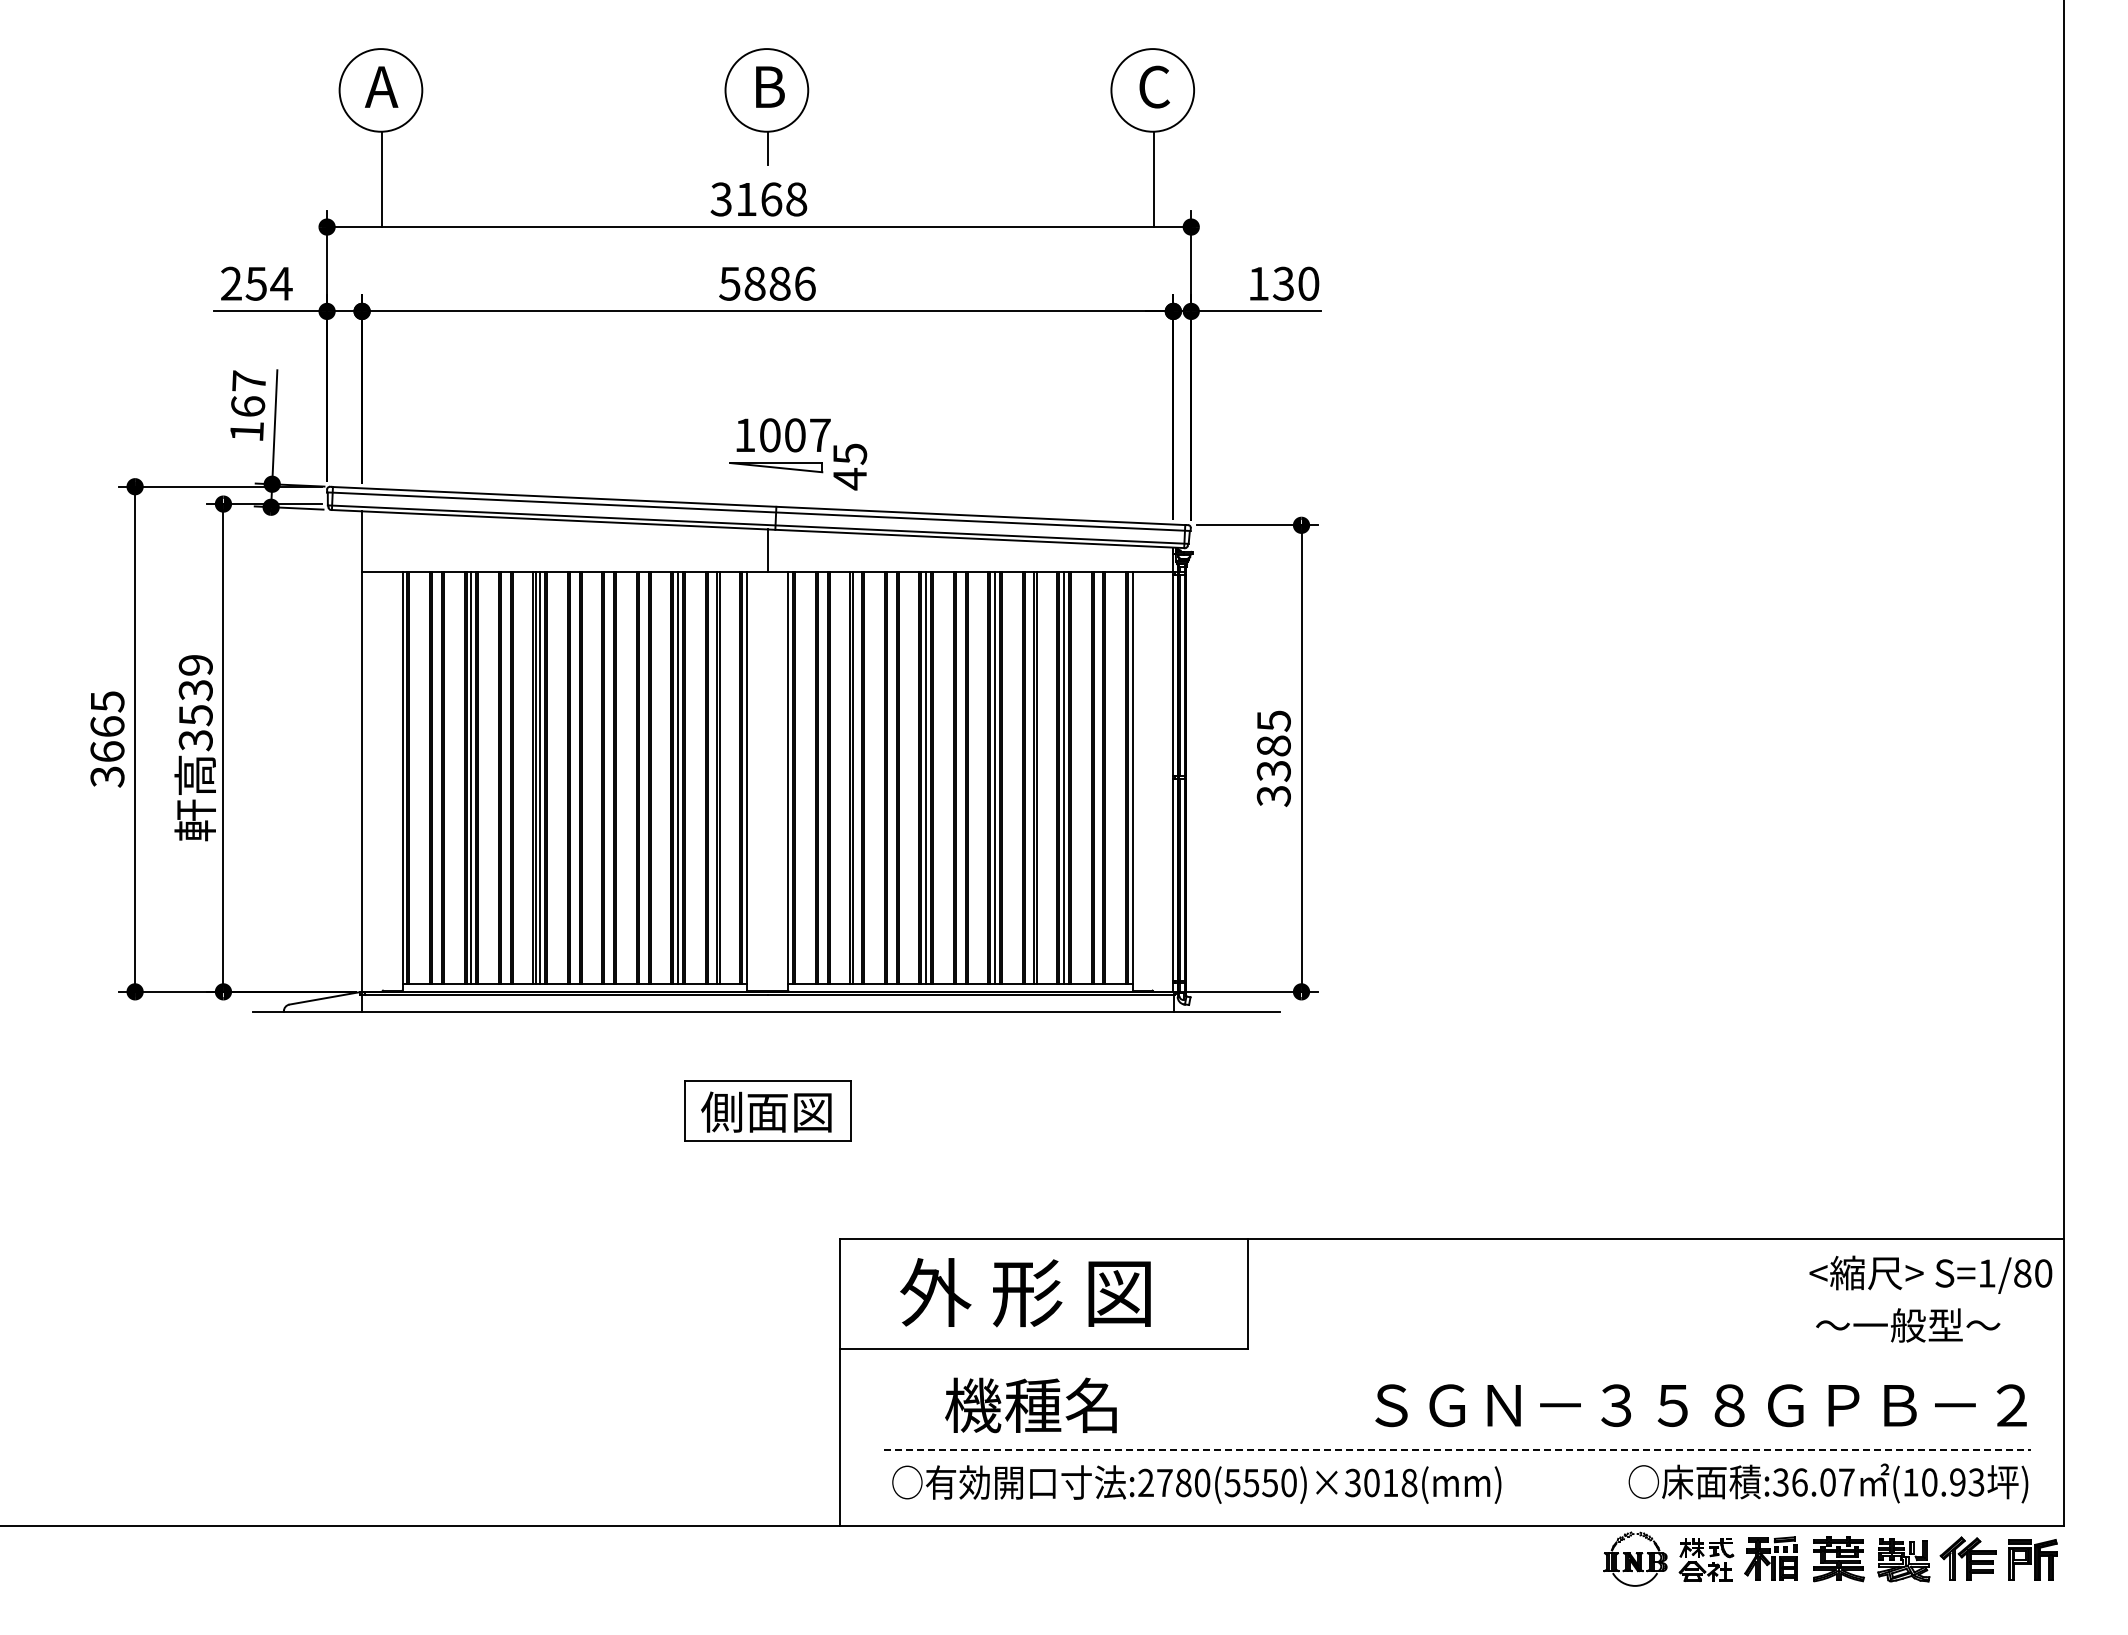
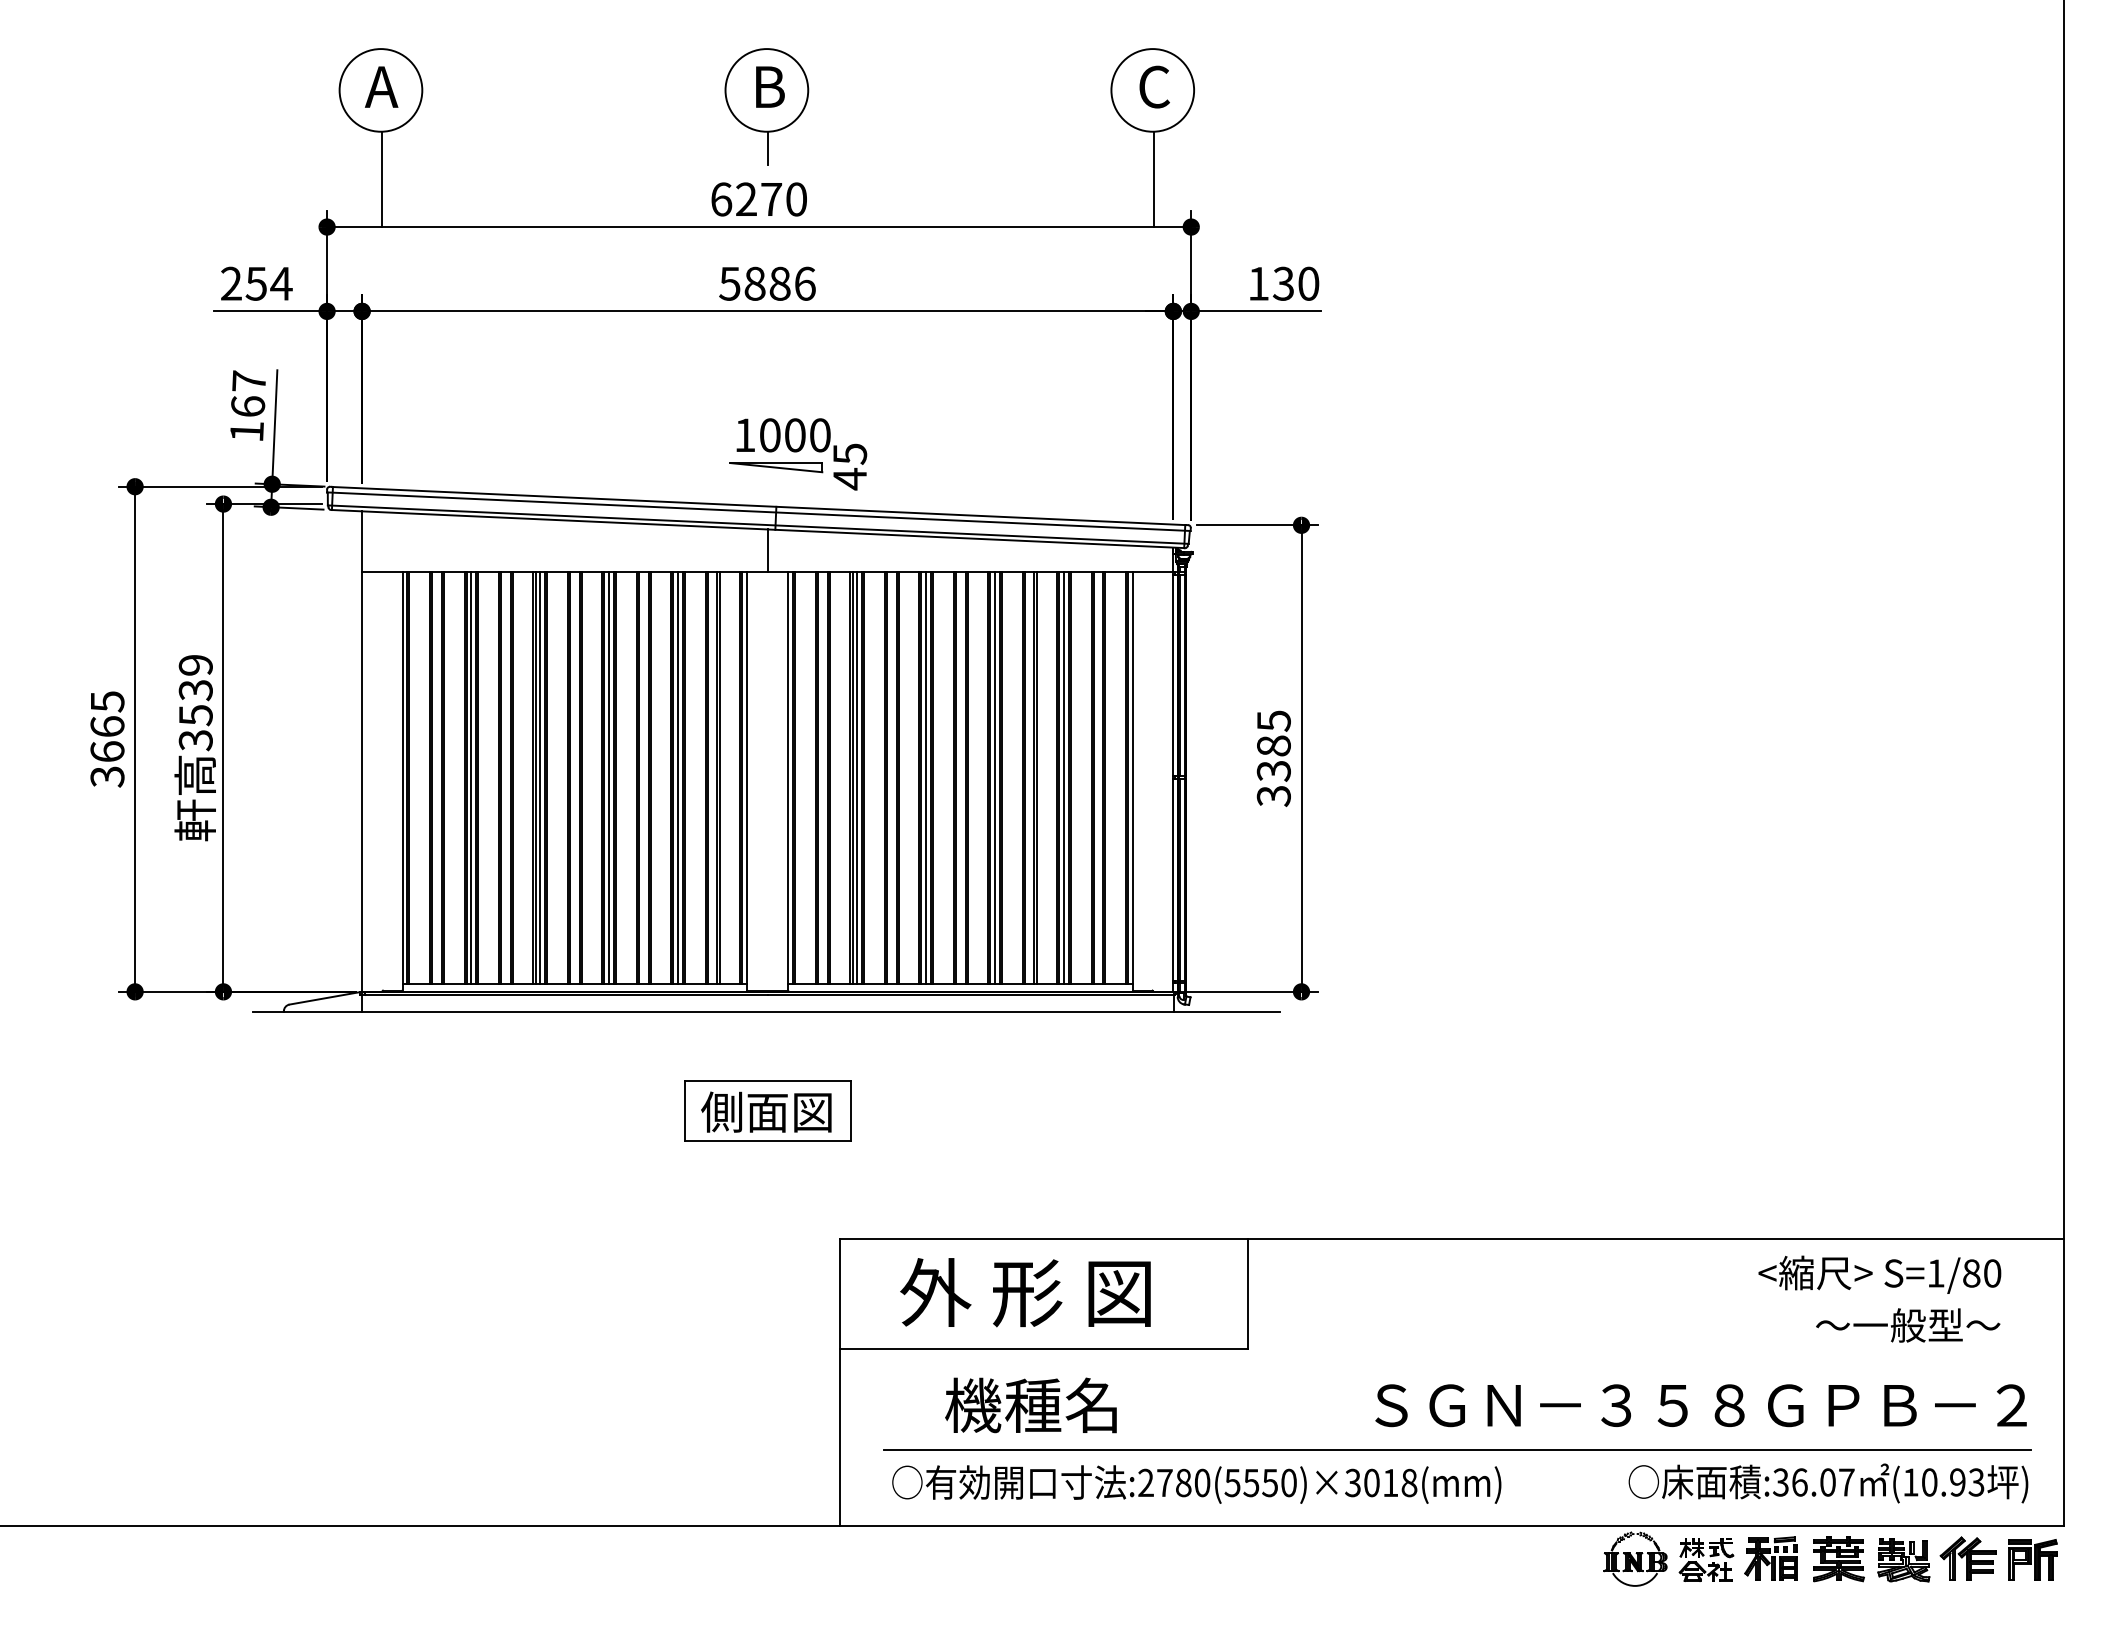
text at (758, 199): 3168 -> 6270
text at (820, 435): 1007 -> 1000
line at (609, 777): none -> present
line at (857, 777): none -> present
text at (1930, 1274) position: (1930, 1274) -> (1879, 1274)
line at (1458, 1449): dashed -> solid
